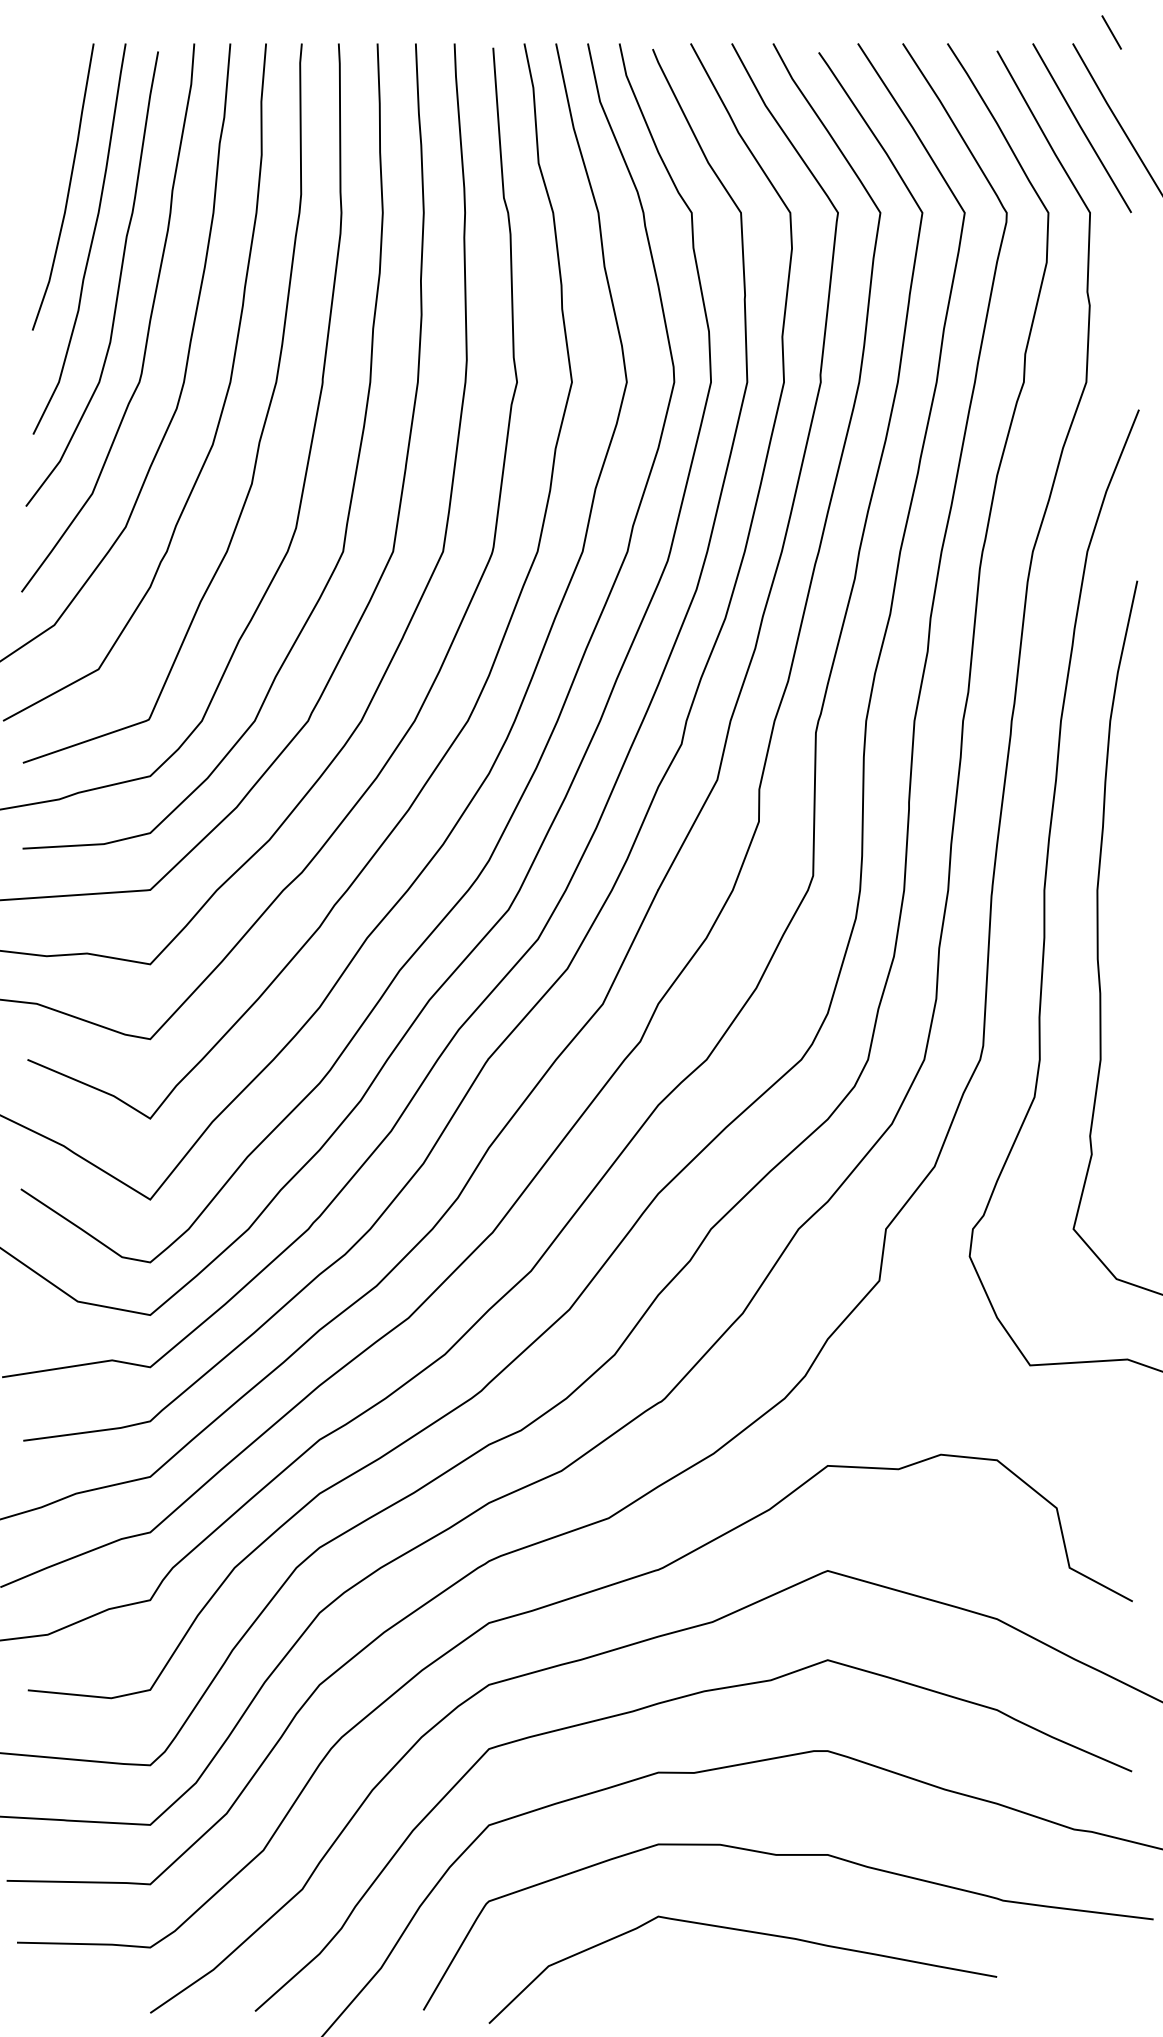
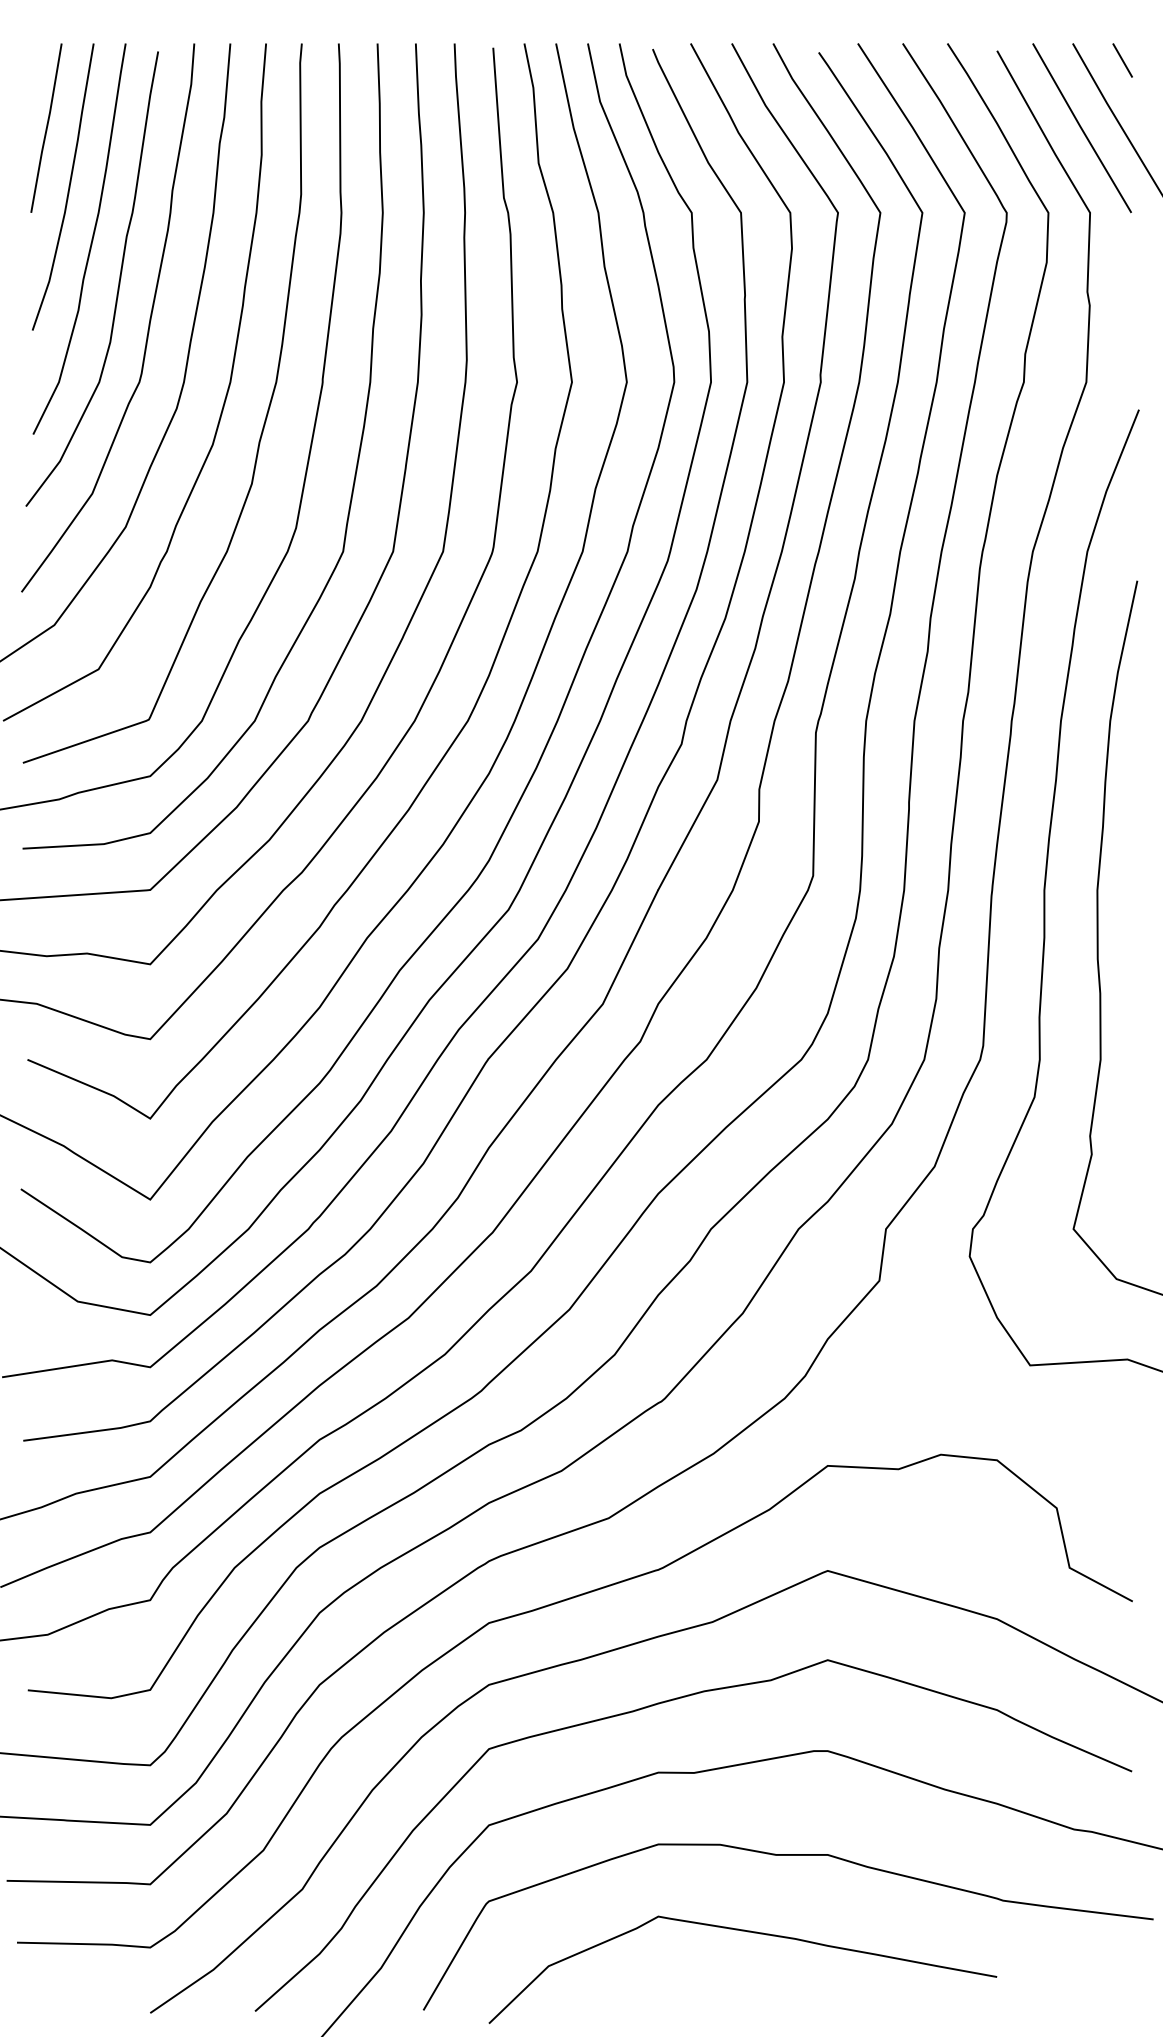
line at (1111, 32) position: (1111, 32) -> (1122, 60)
line at (46, 127): none -> present
